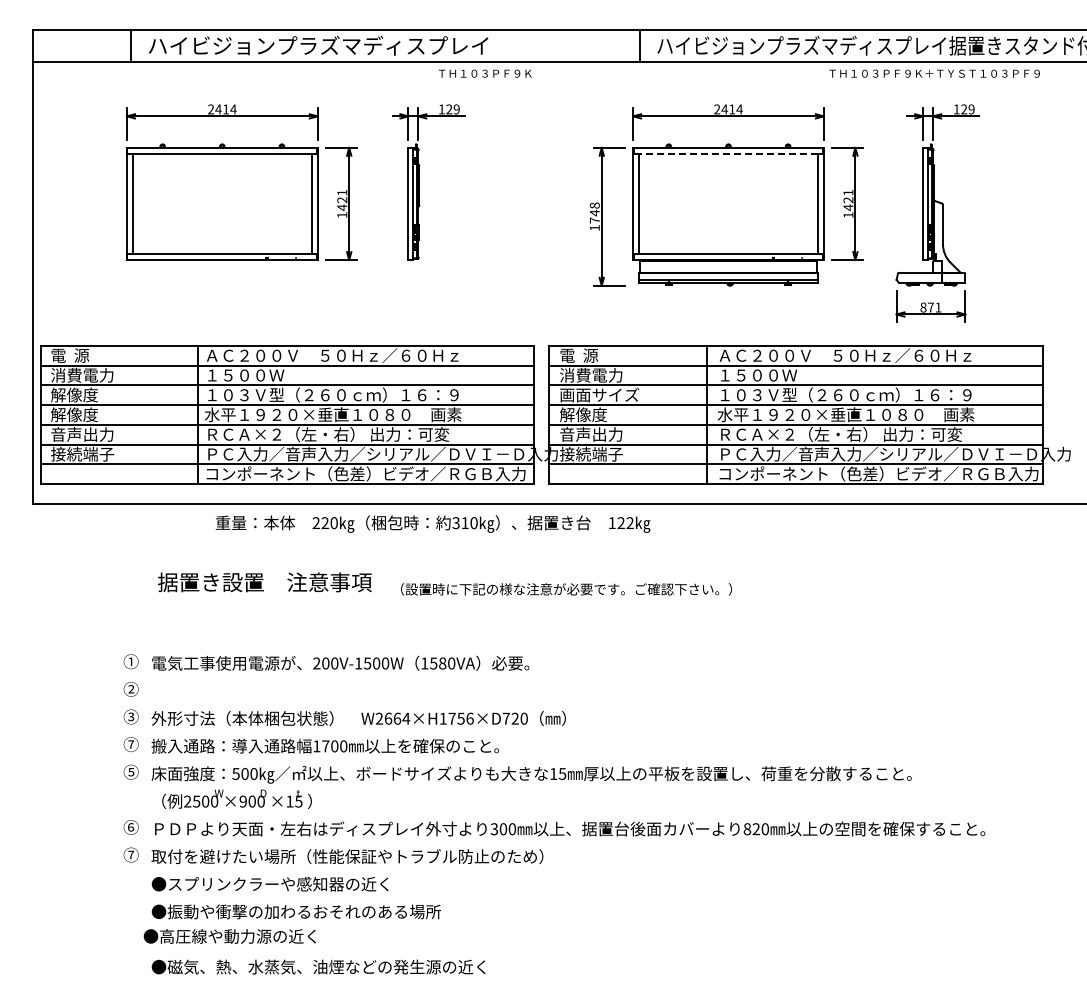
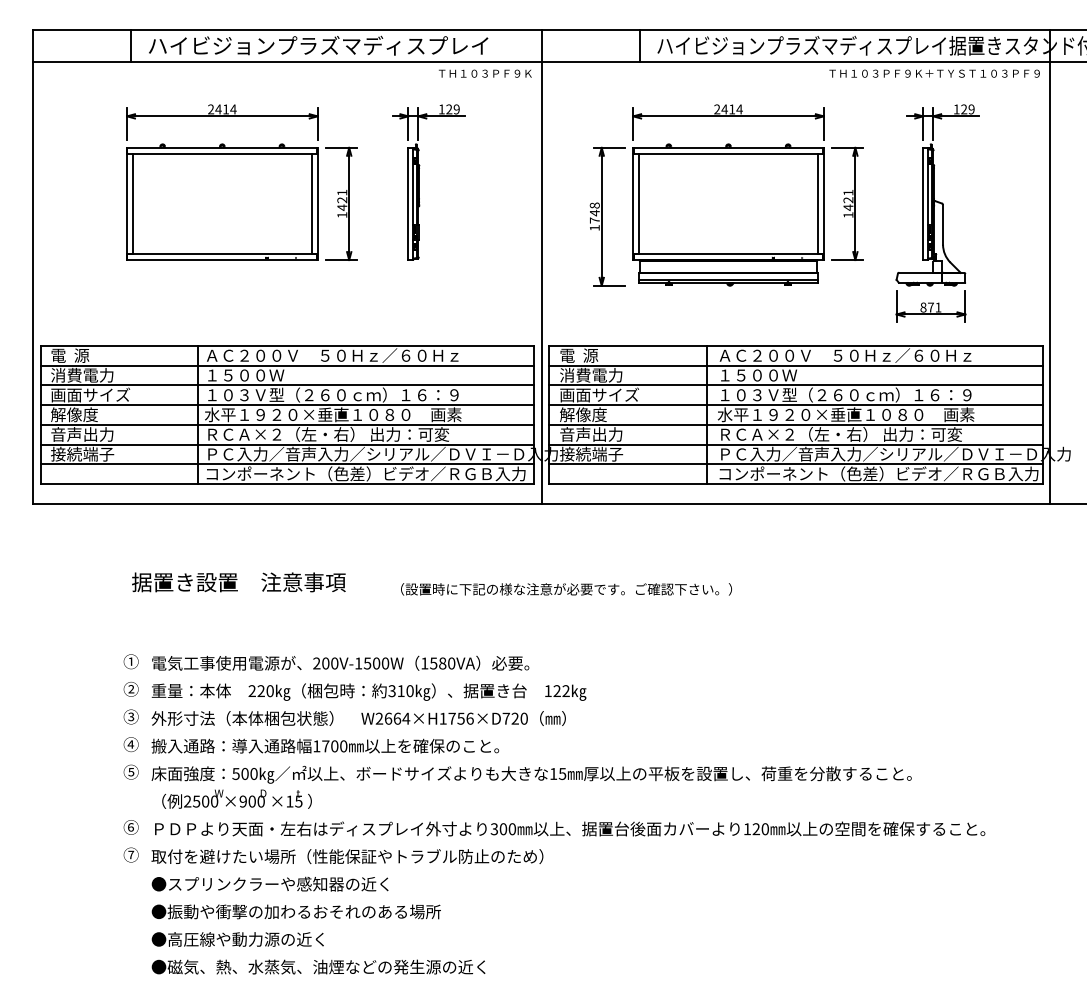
line at (728, 153): dashed -> solid
line at (541, 266): none -> present
line at (1050, 266): none -> present
text at (90, 394): 解像度 -> 画面サイズ
text at (432, 523) position: (432, 523) -> (368, 691)
text at (264, 582) position: (264, 582) -> (238, 582)
text at (130, 744): ⑦ -> ④
text at (747, 829): 820 -> 120
text at (229, 936) position: (229, 936) -> (237, 939)
